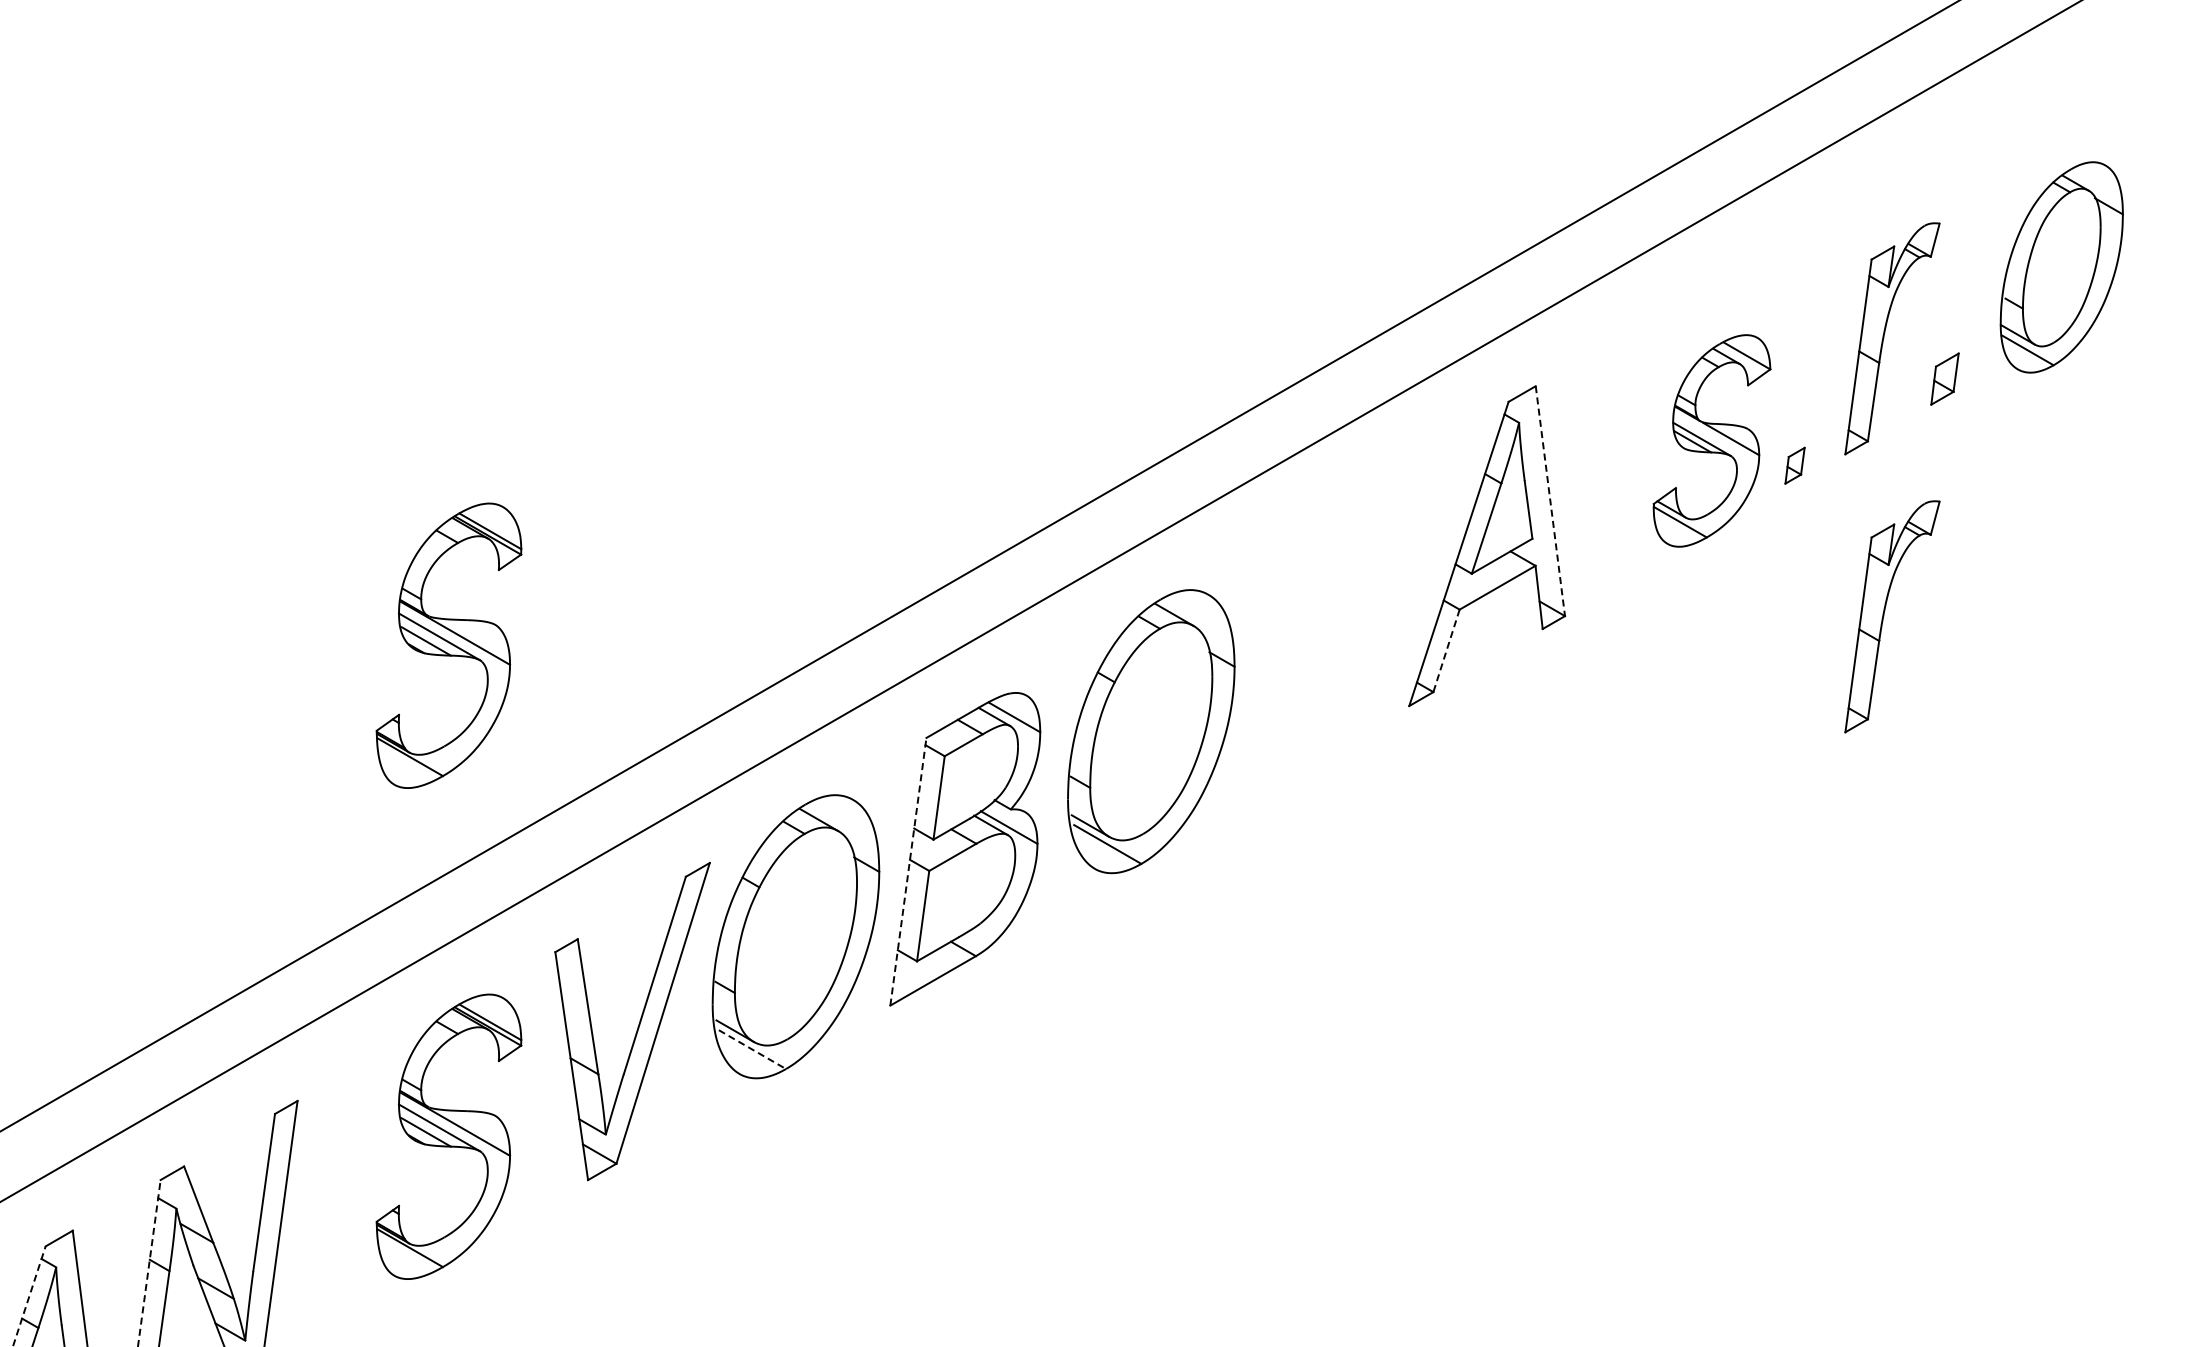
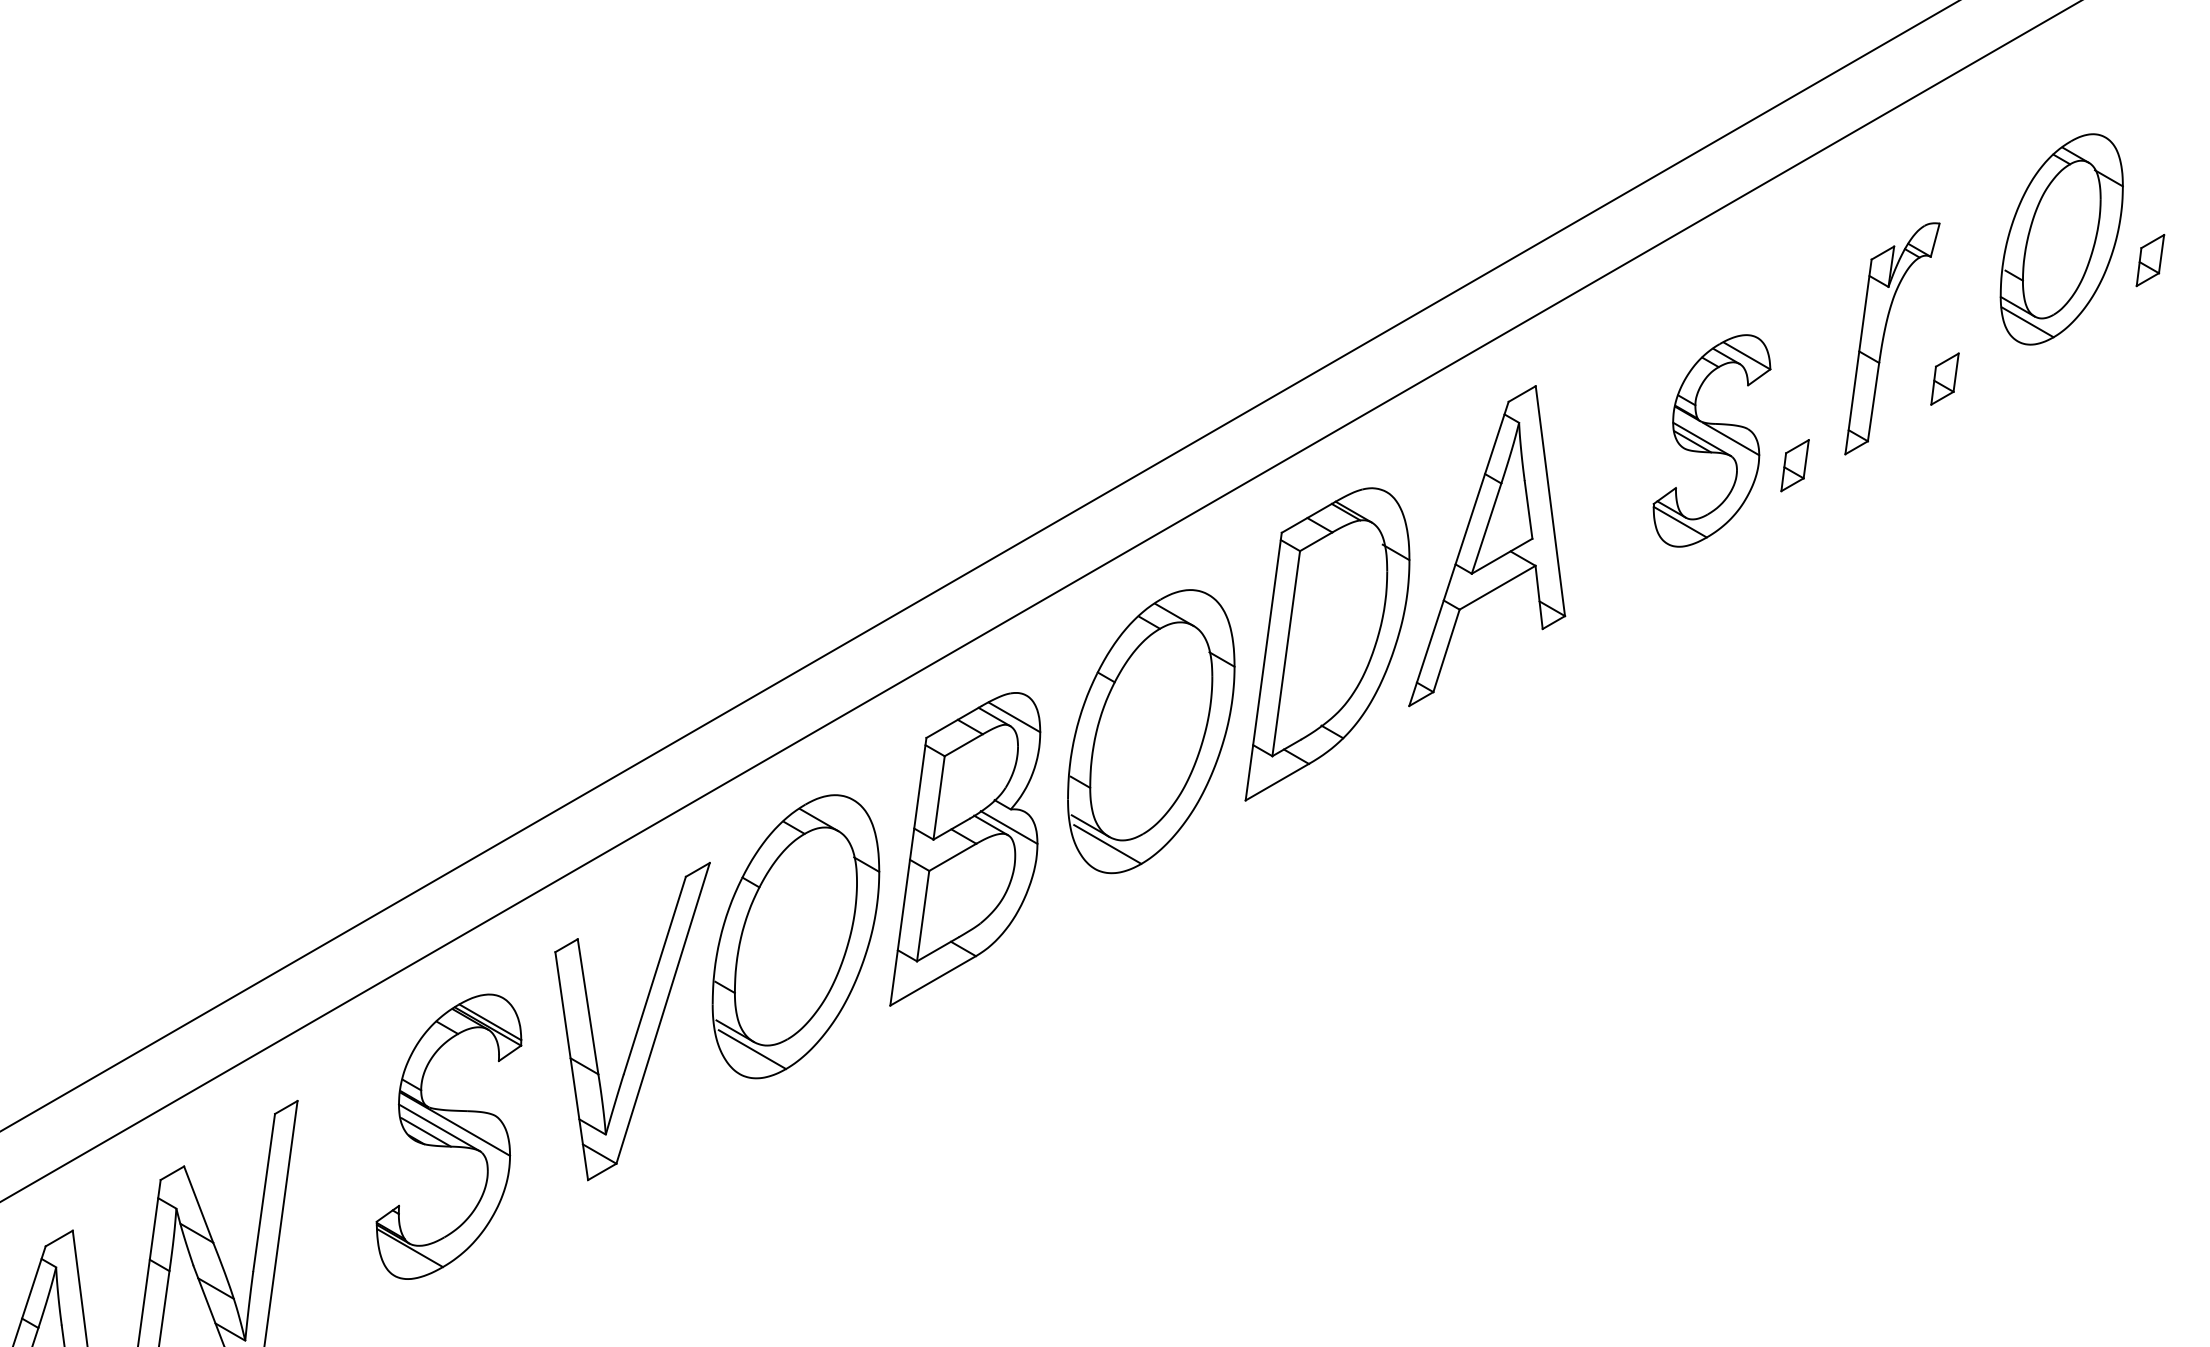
part at (2150, 260): none -> present
part at (2061, 267) position: (2061, 267) -> (2061, 239)
part at (1794, 465) size: 22x39 px -> 30x54 px
line at (1550, 501): dashed -> solid
part at (1884, 616): present -> none
part at (1327, 644): none -> present
part at (448, 645): present -> none
line at (1446, 651): dashed -> solid
line at (908, 871): dashed -> solid
line at (752, 1049): dashed -> solid
line at (149, 1263): dashed -> solid
line at (29, 1295): dashed -> solid
